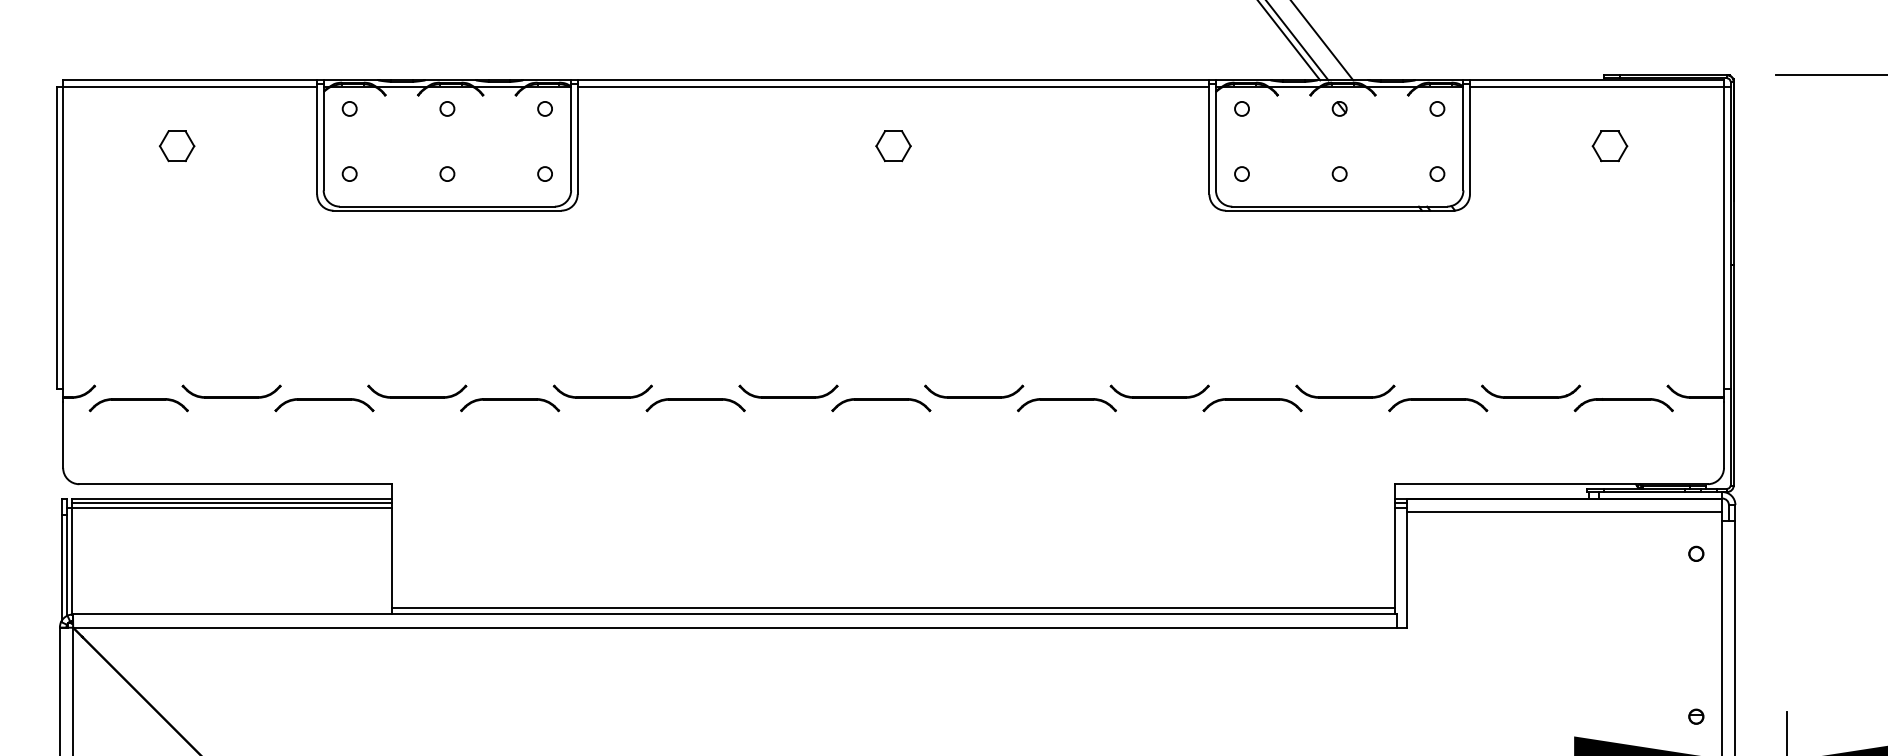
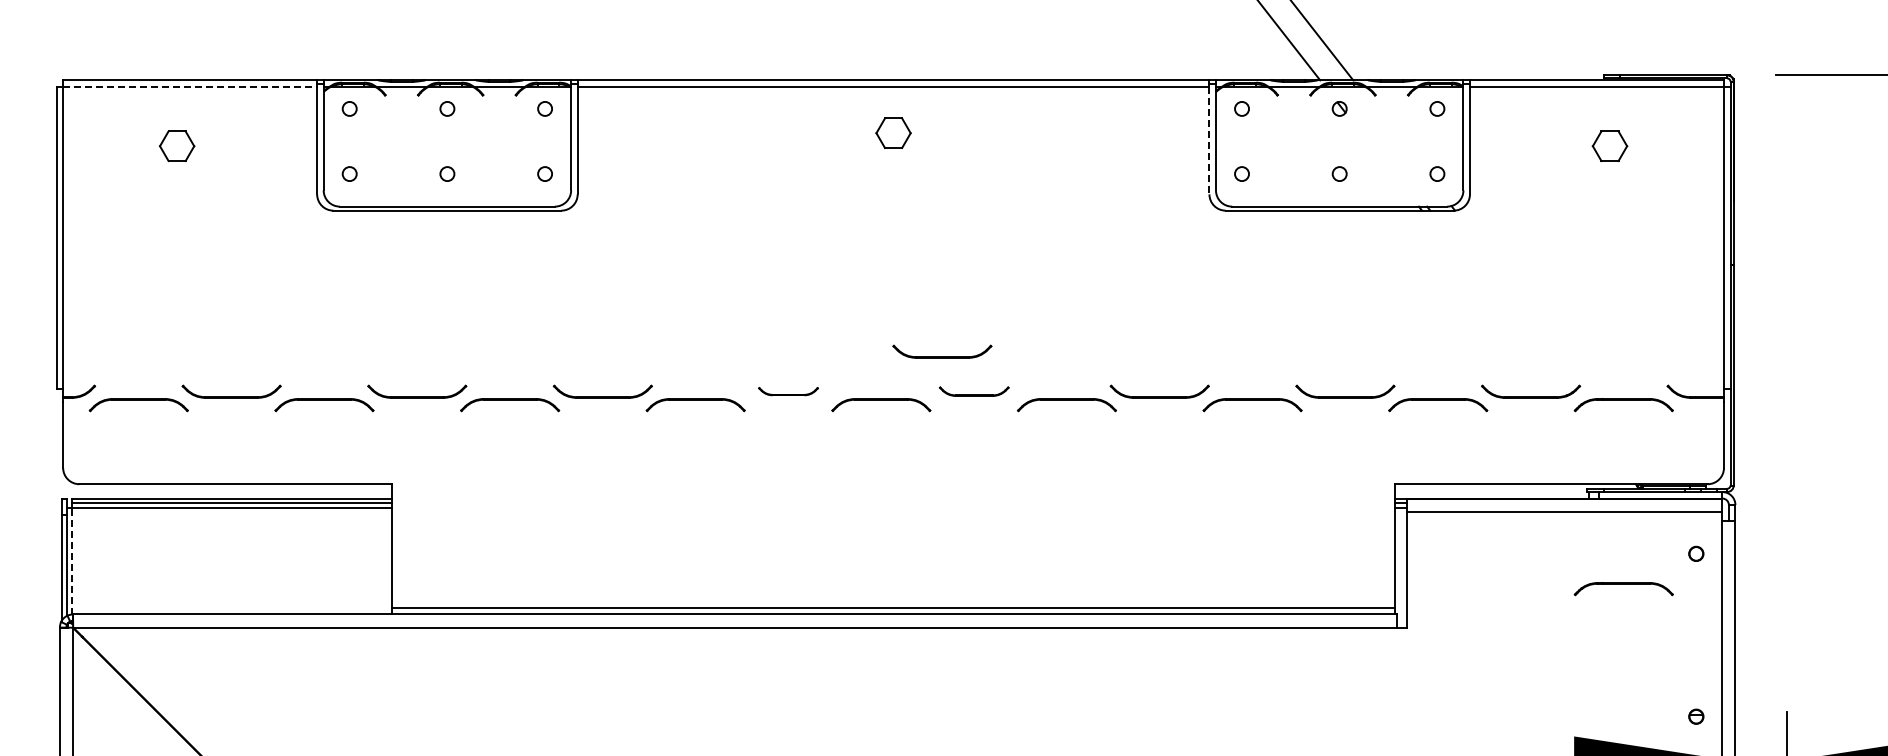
line at (1297, 41): present -> none
line at (190, 86): solid -> dashed
line at (1209, 140): solid -> dashed
part at (893, 146) position: (893, 146) -> (893, 133)
part at (942, 351): none -> present
part at (788, 391) size: 101x15 px -> 61x10 px
part at (974, 391) size: 101x15 px -> 71x11 px
line at (71, 560): solid -> dashed
part at (1623, 589): none -> present
